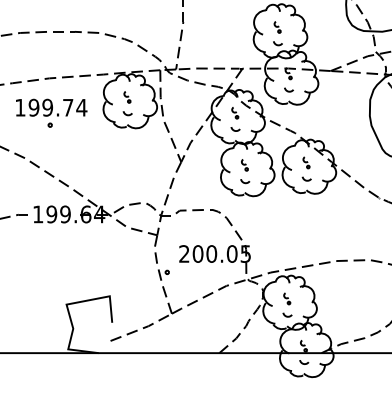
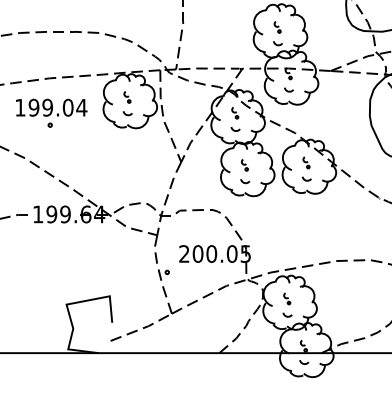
text at (67, 107): 199.74 -> 199.04
